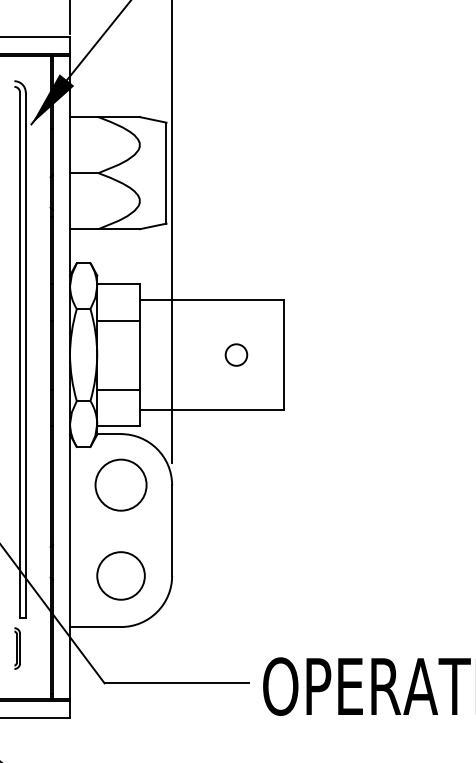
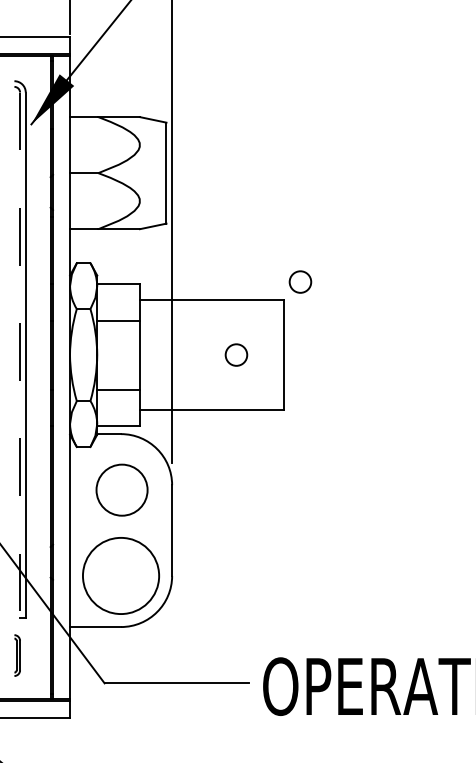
circle at (300, 281): none -> present
line at (20, 355): solid -> dashed
circle at (120, 484) position: (120, 484) -> (121, 489)
circle at (120, 575) diameter: 48 px -> 76 px
part at (17, 648) position: (17, 648) -> (17, 655)
